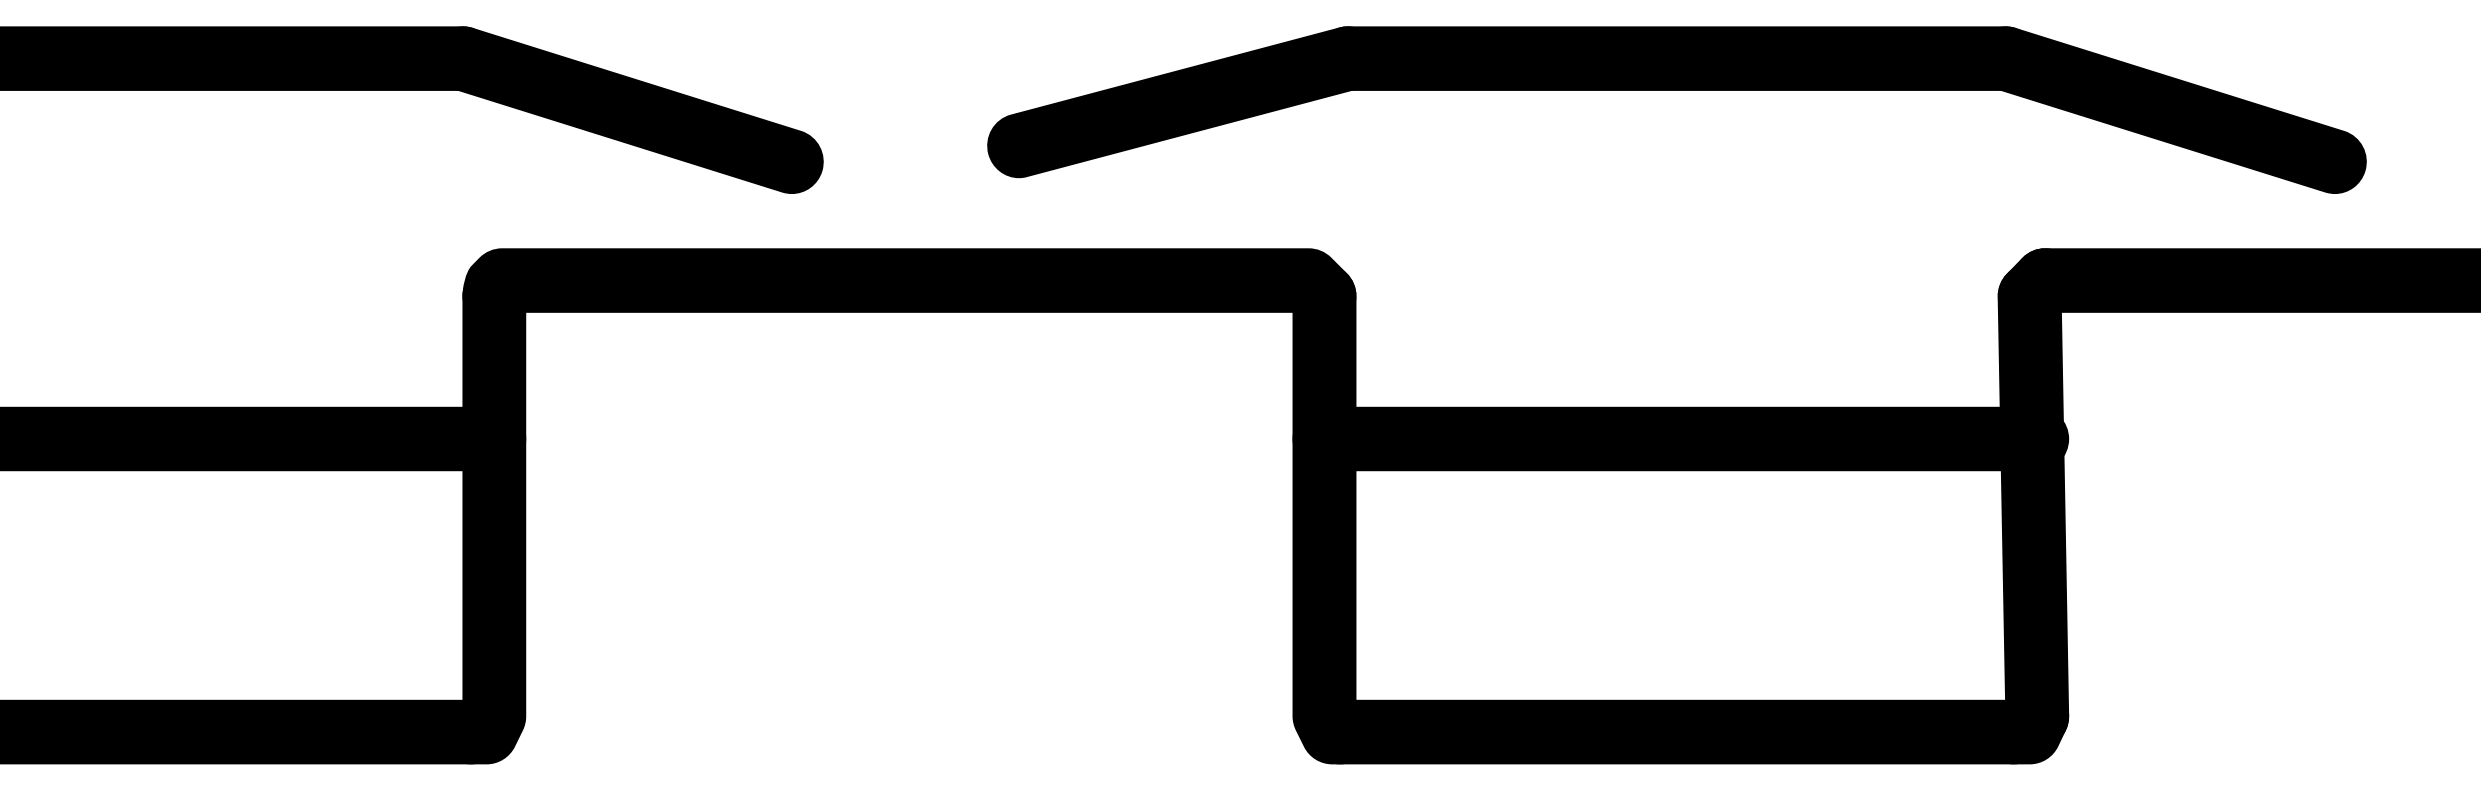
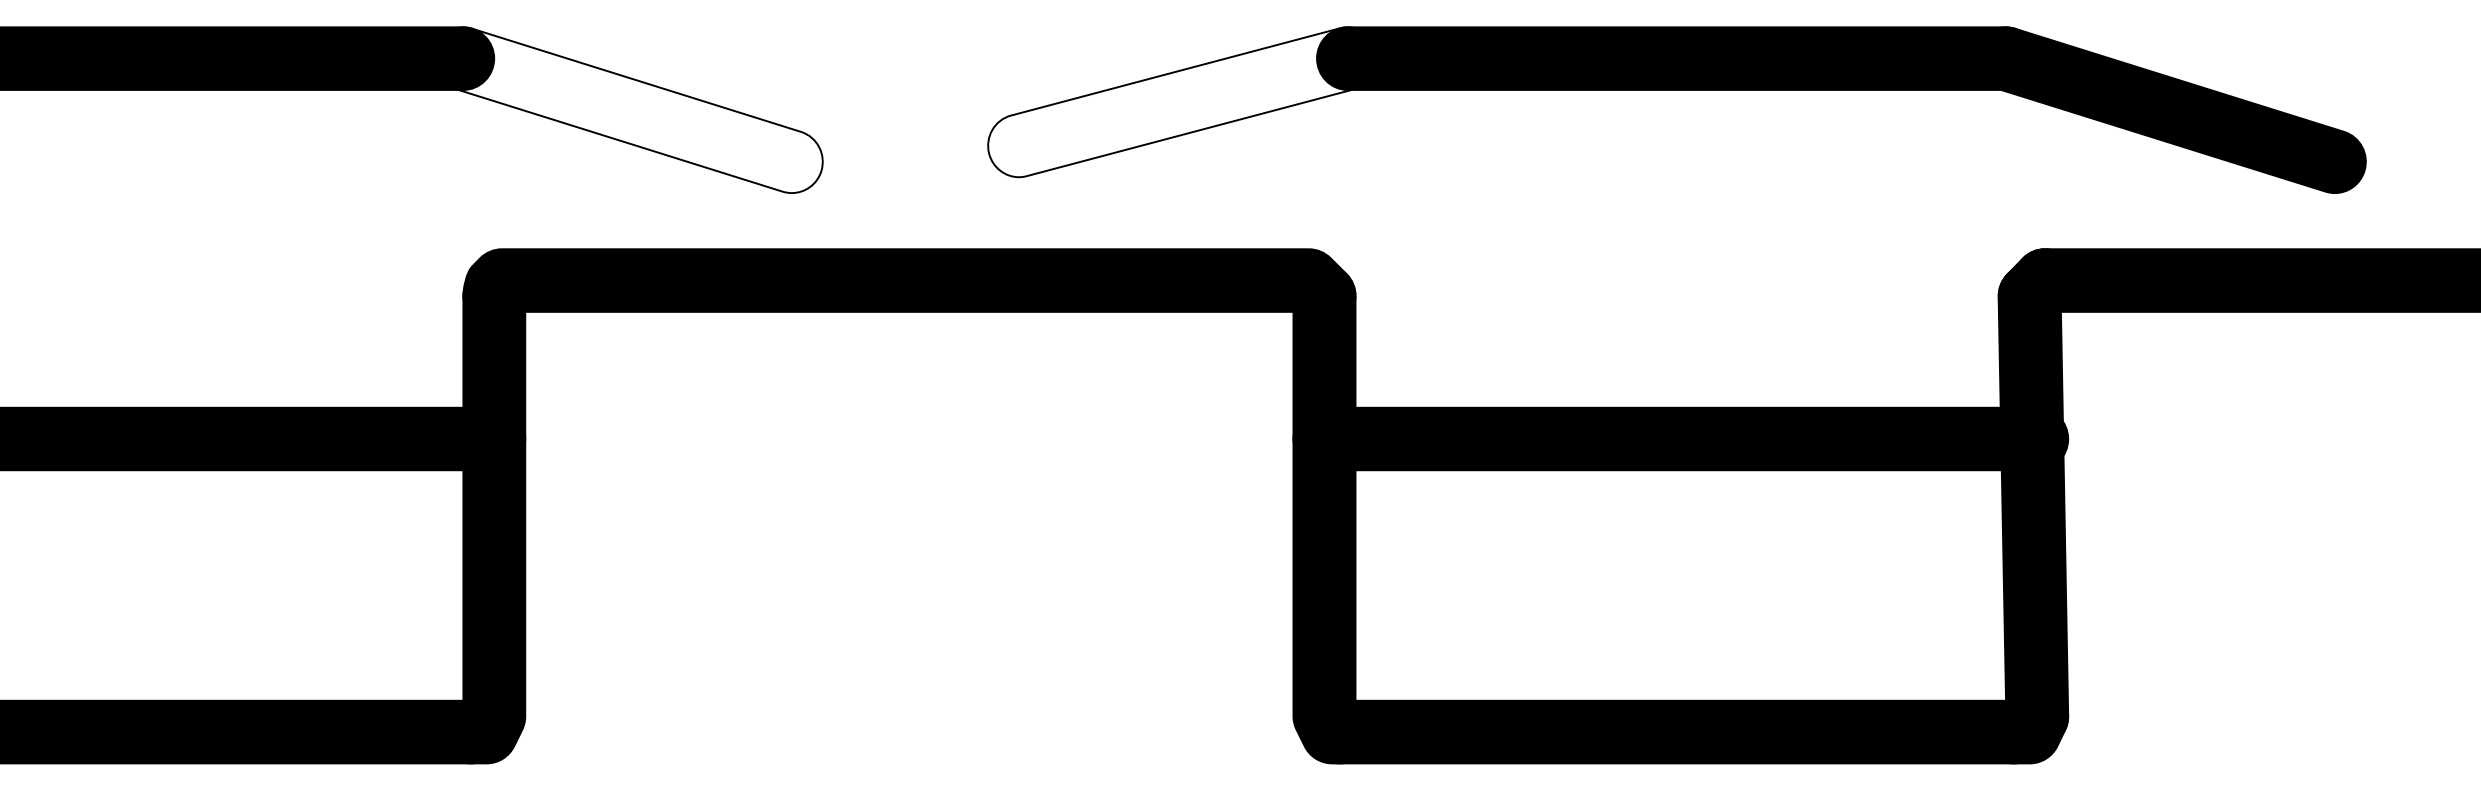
fill at (1183, 102): present -> none
fill at (627, 110): present -> none
